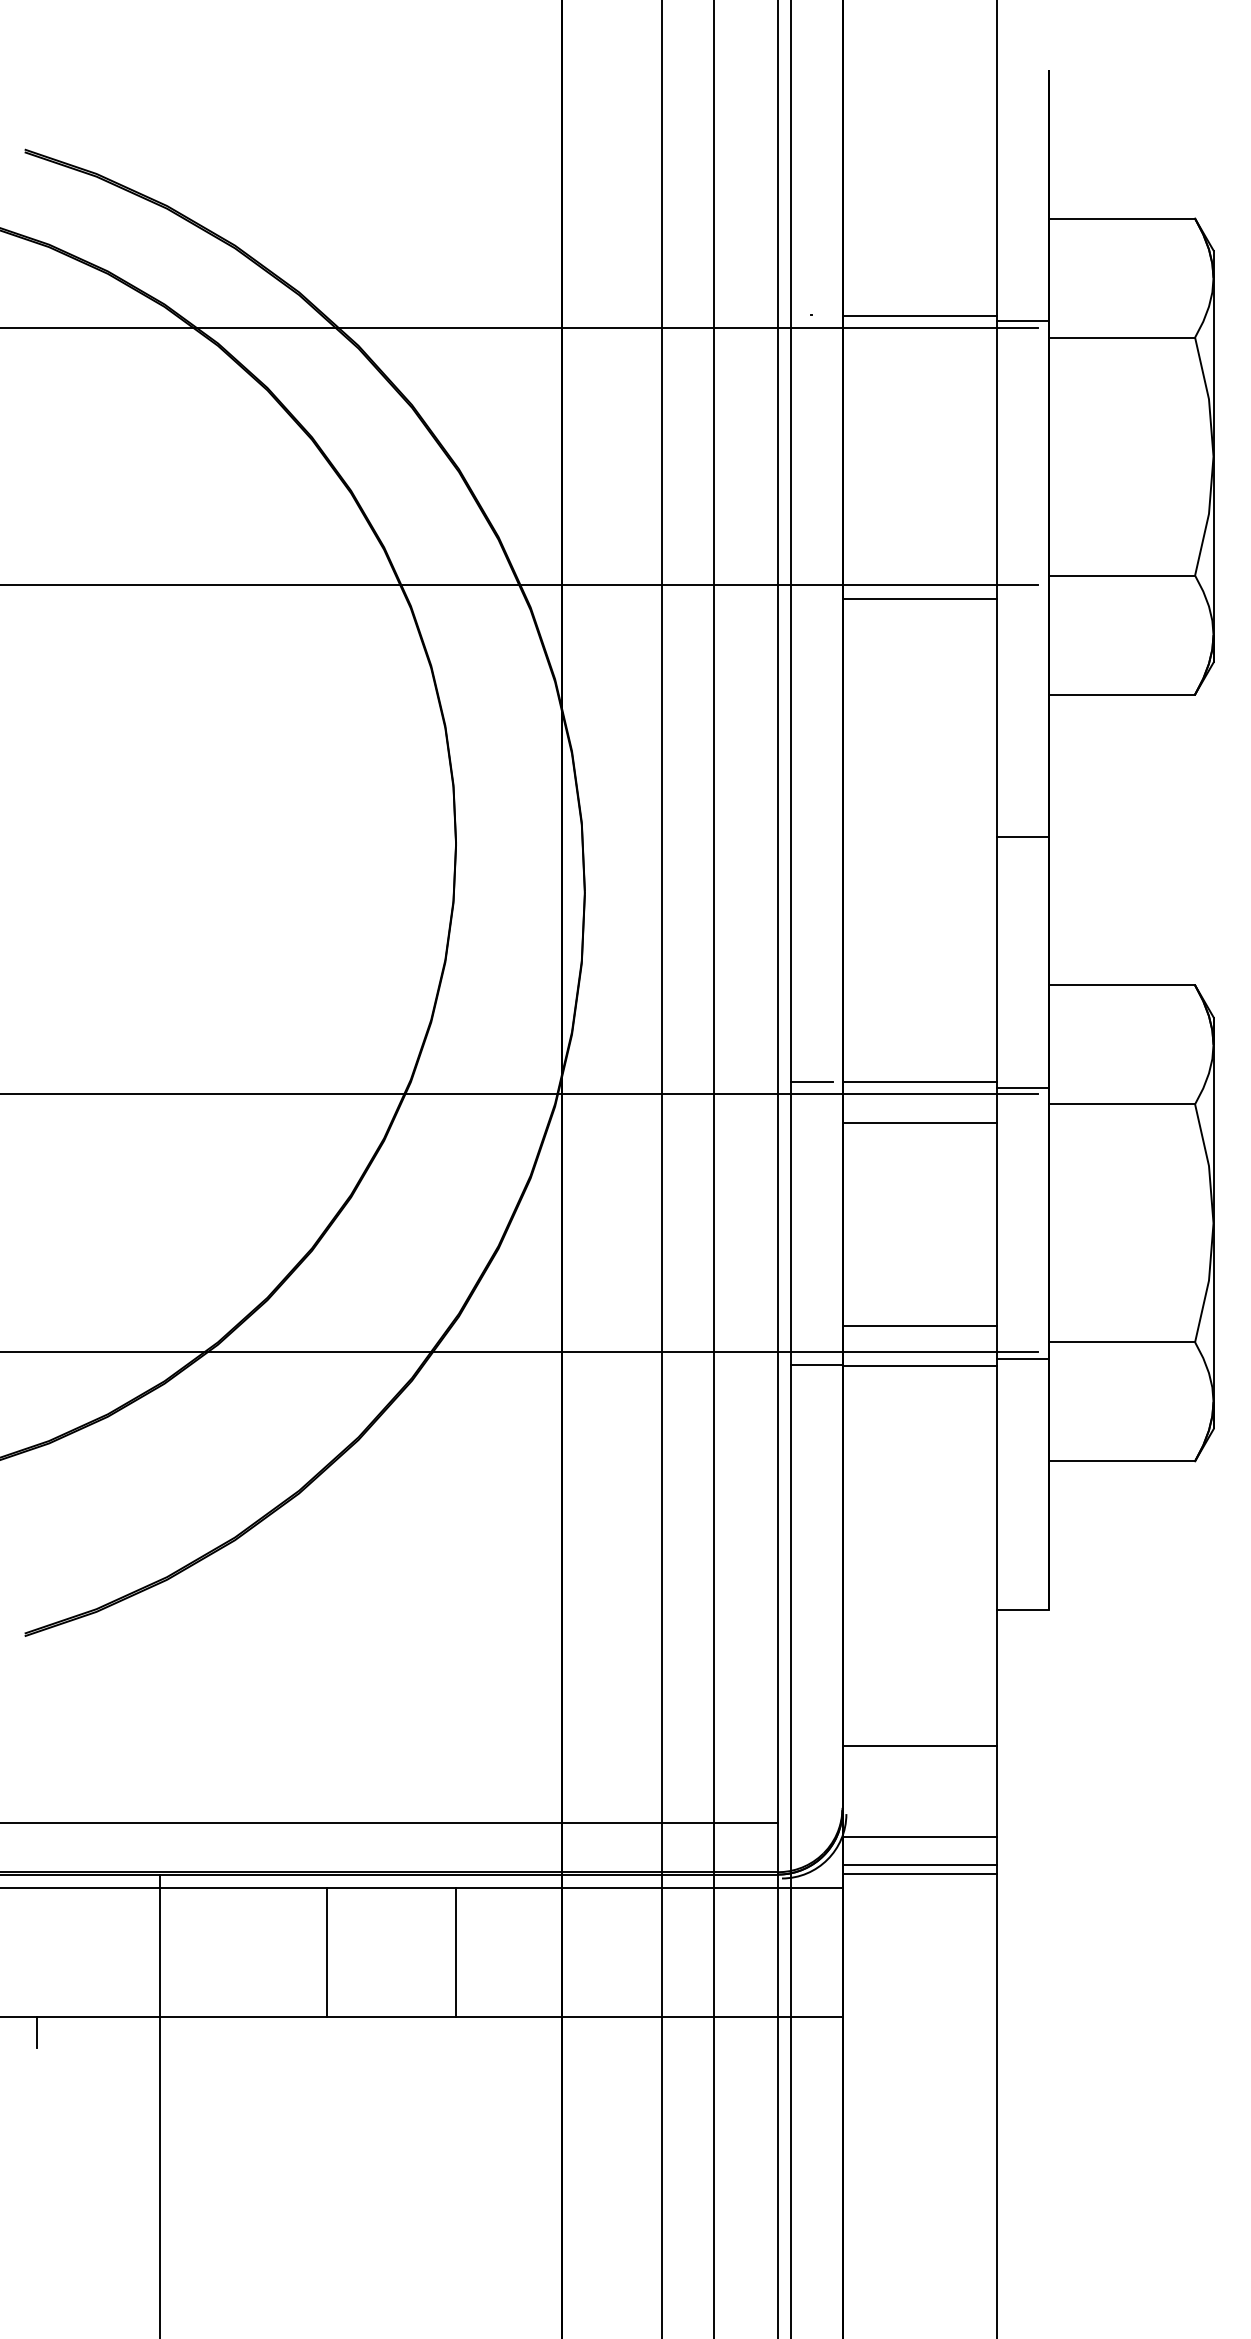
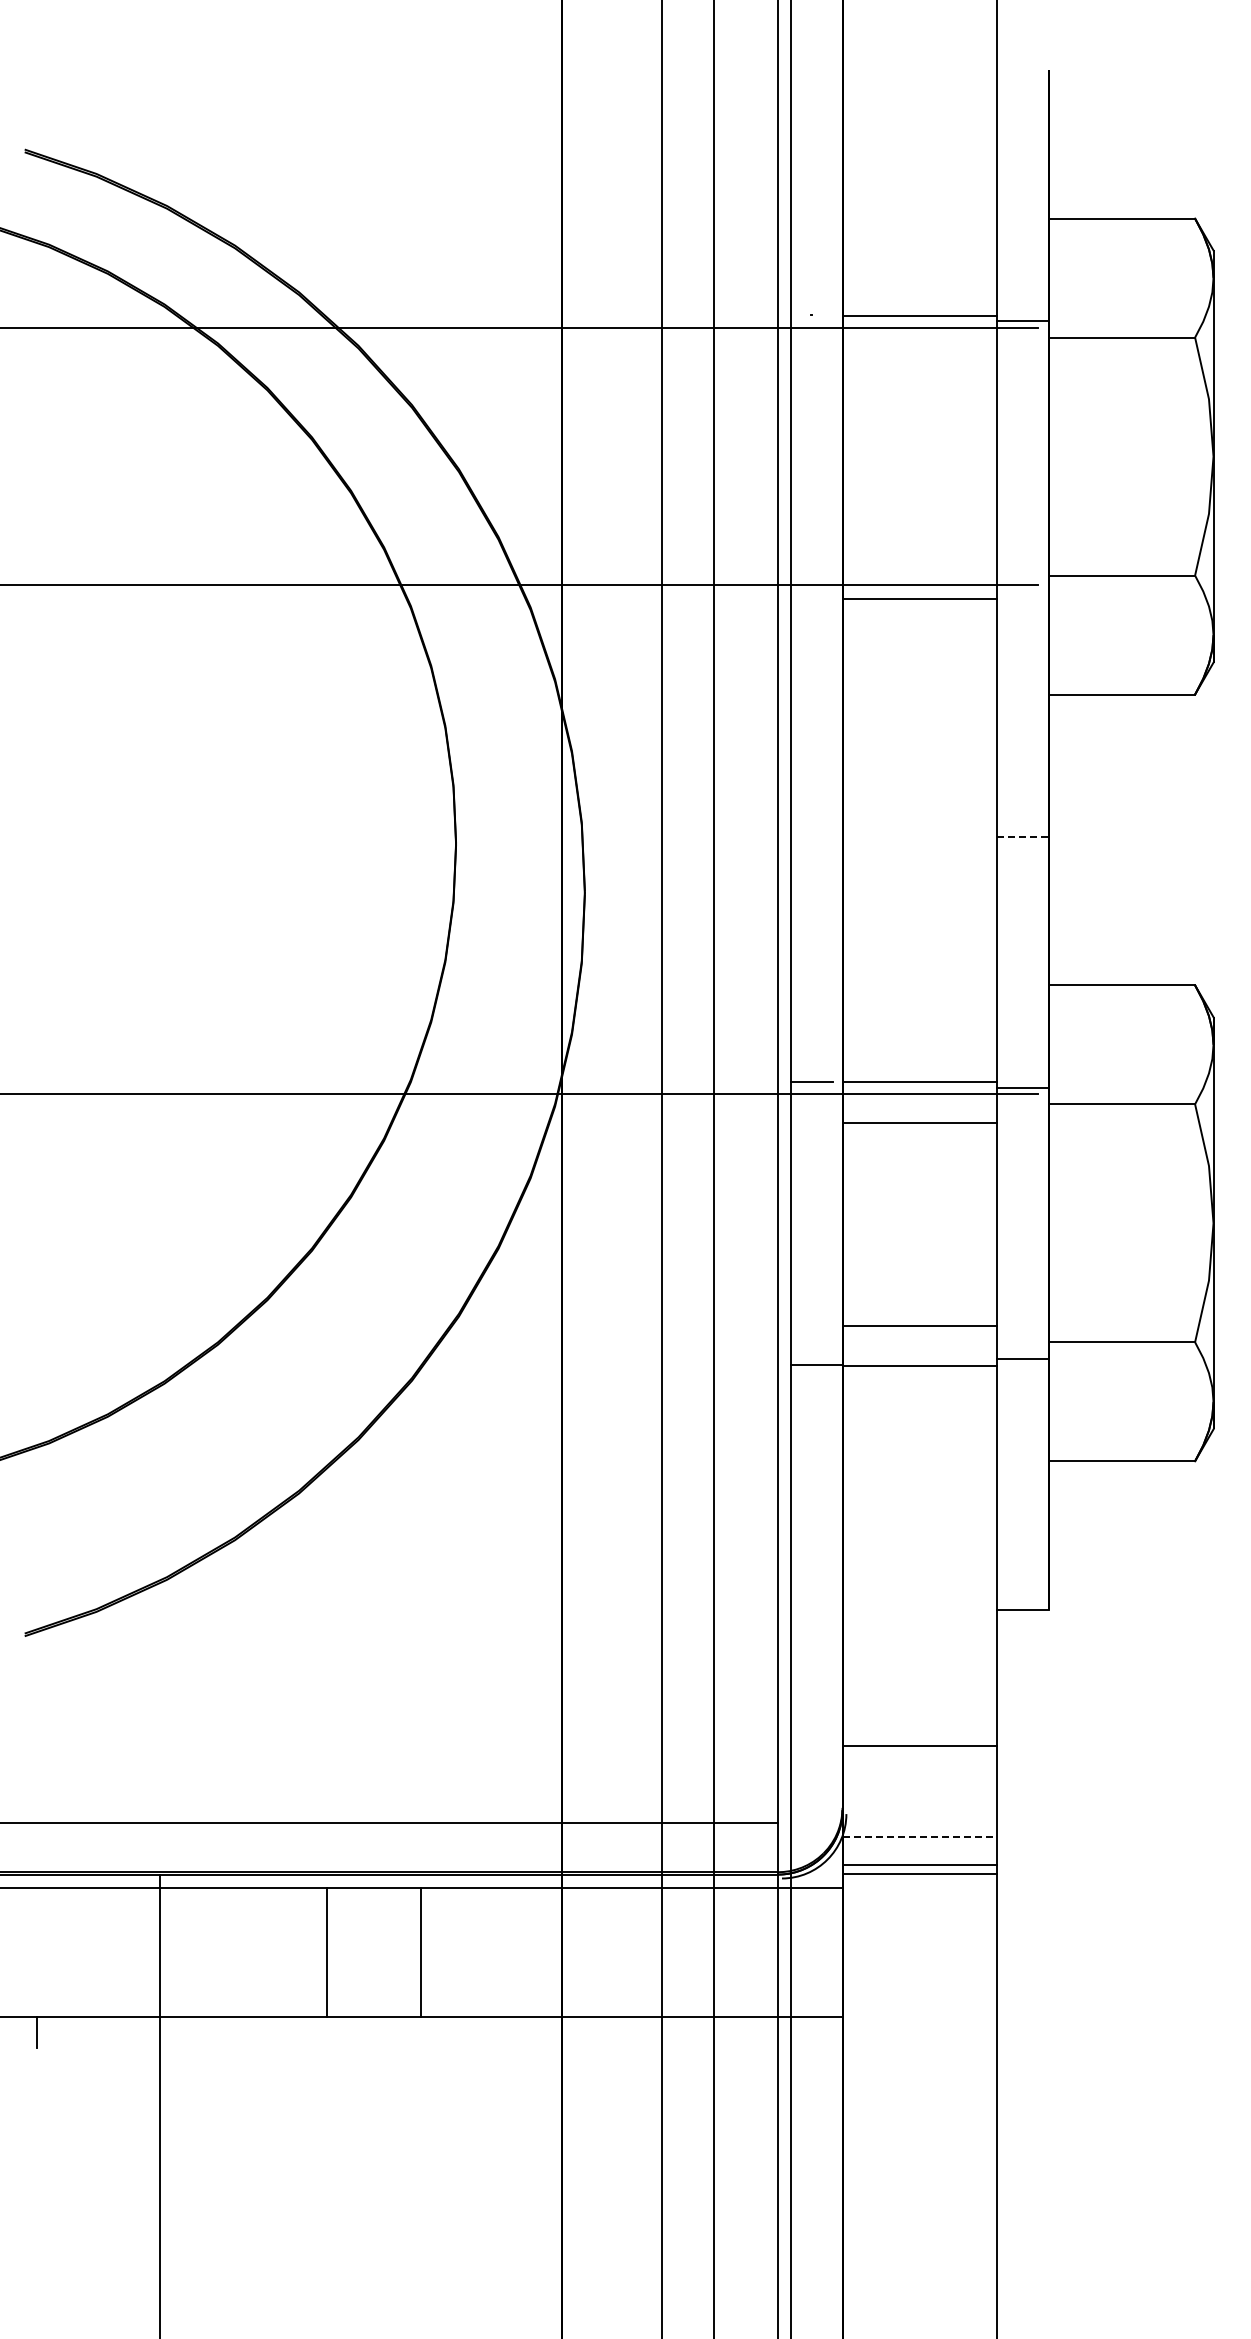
line at (1022, 836): solid -> dashed
line at (520, 1352): present -> none
line at (920, 1836): solid -> dashed
line at (456, 1952) position: (456, 1952) -> (421, 1952)
